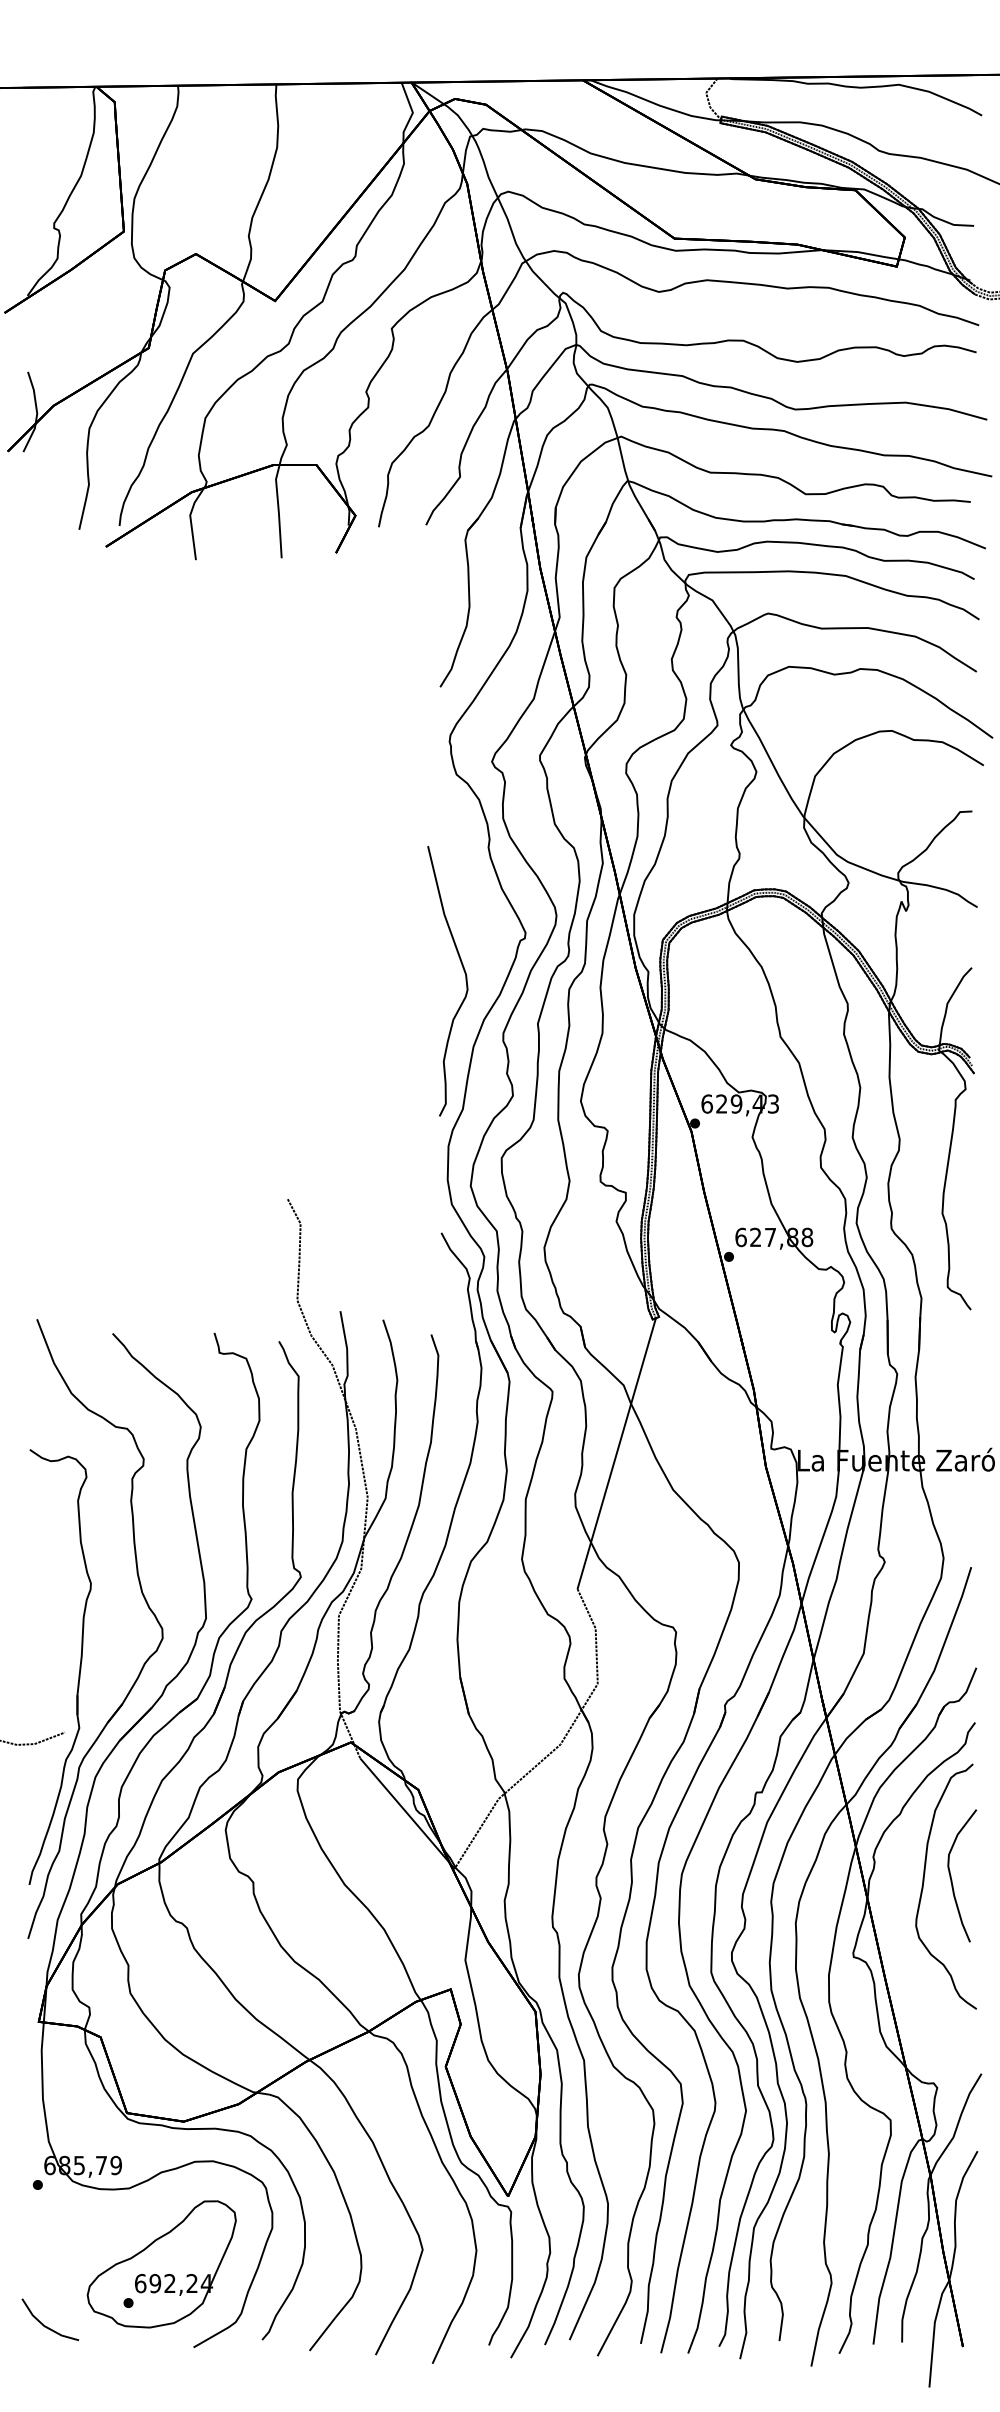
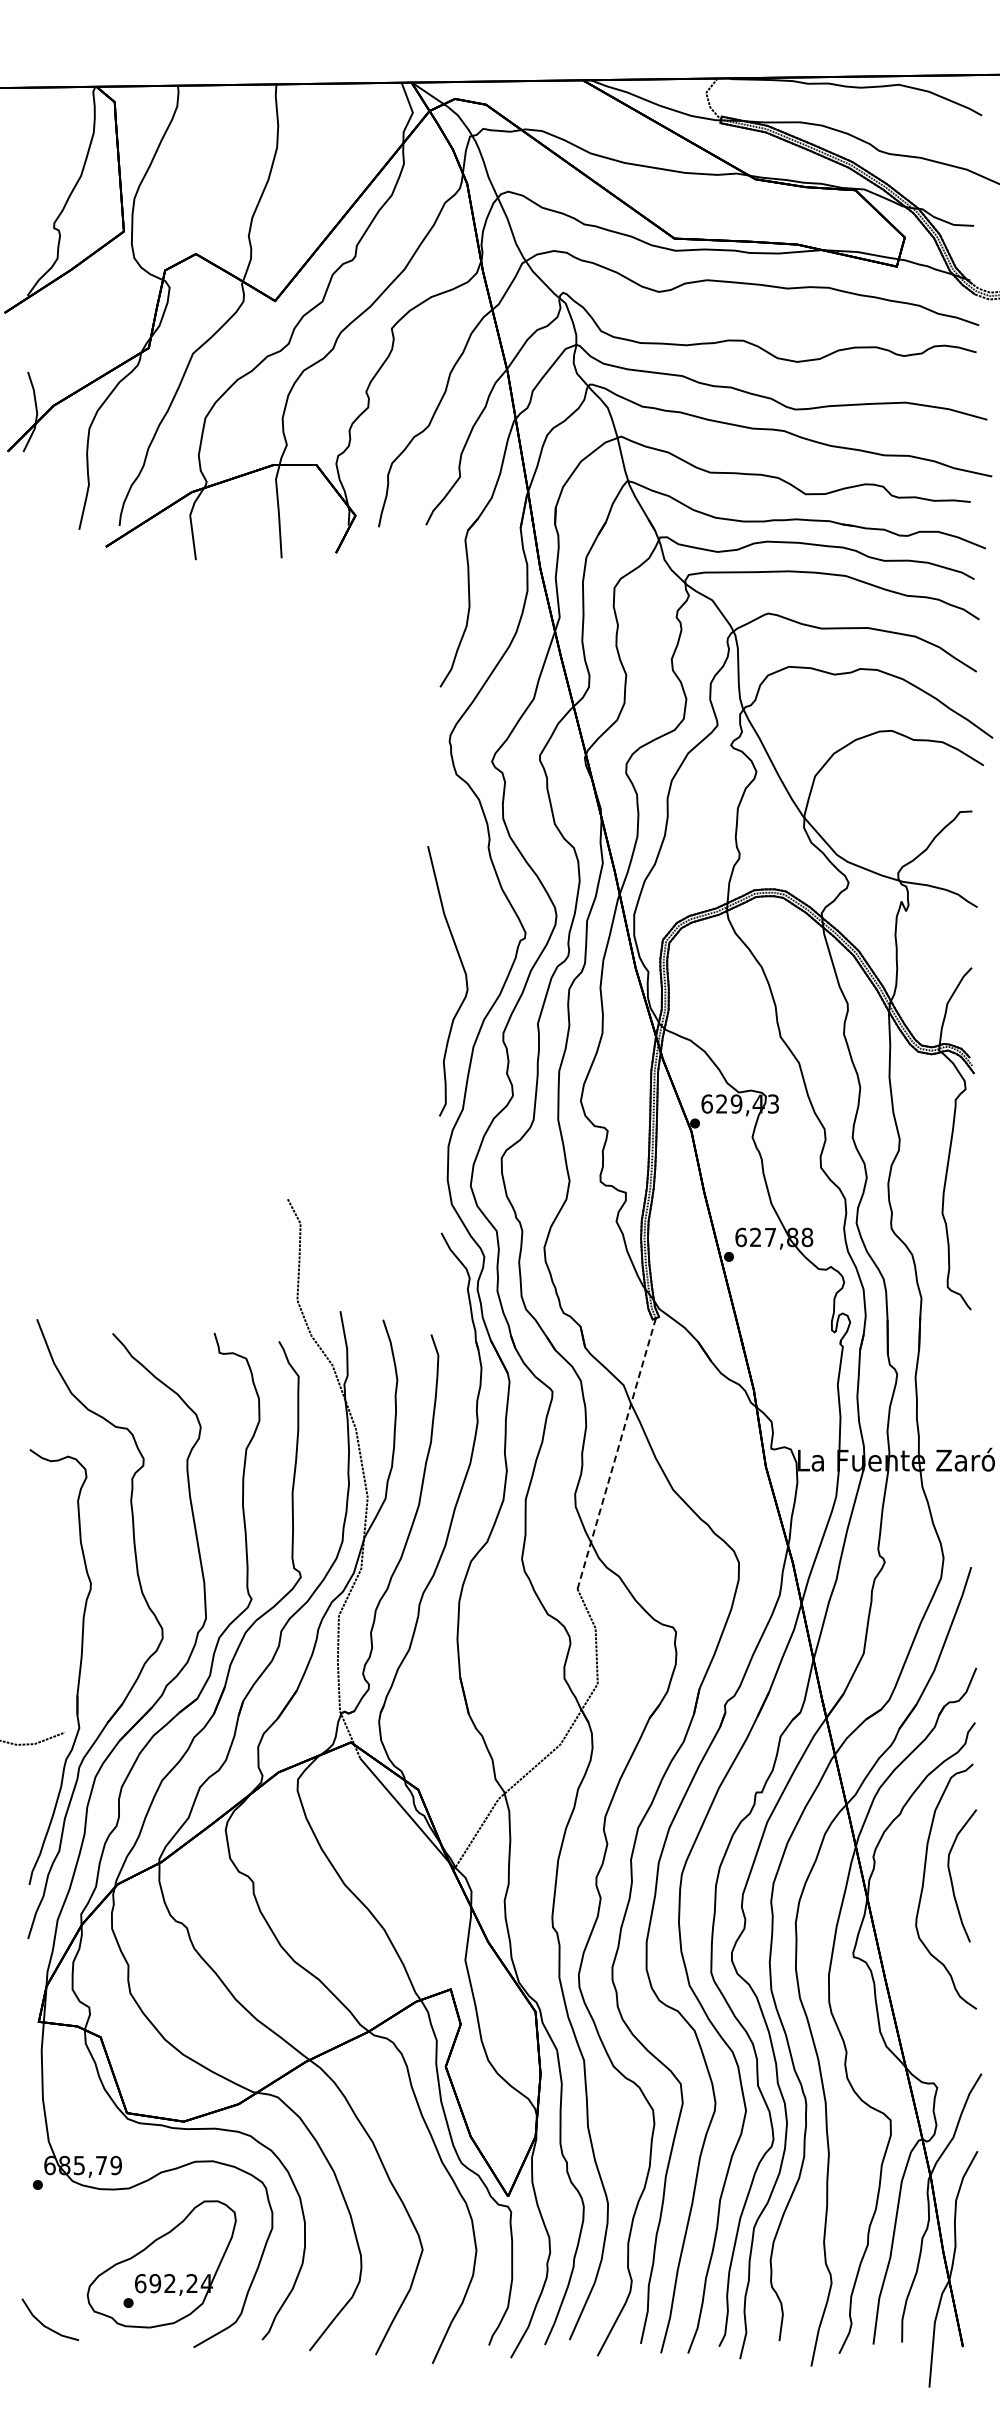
line at (616, 1453): solid -> dashed
